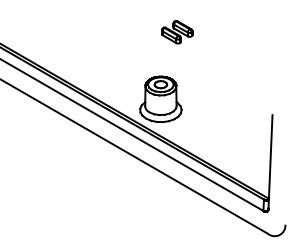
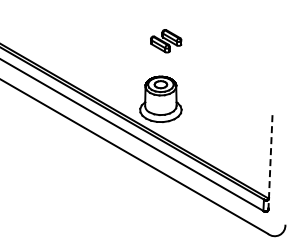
part at (177, 32) position: (177, 32) -> (166, 41)
line at (270, 161): solid -> dashed
